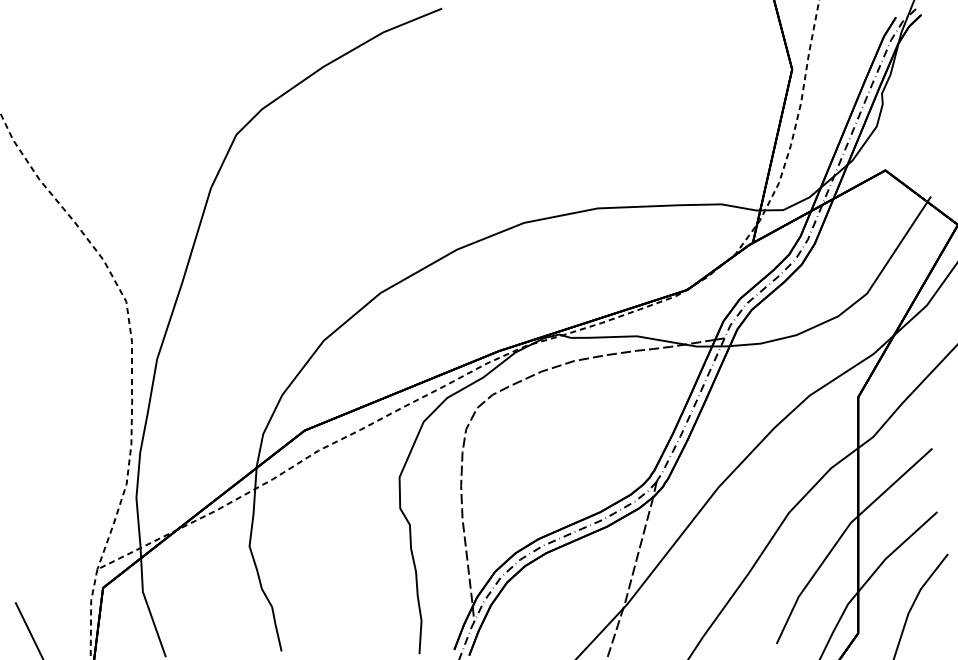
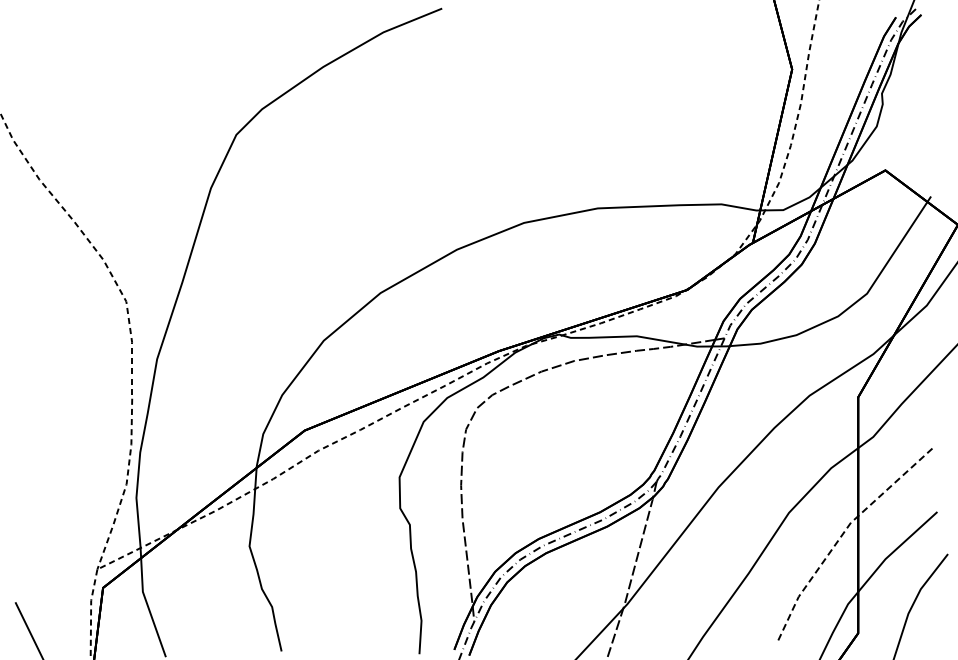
line at (841, 536): solid -> dashed
